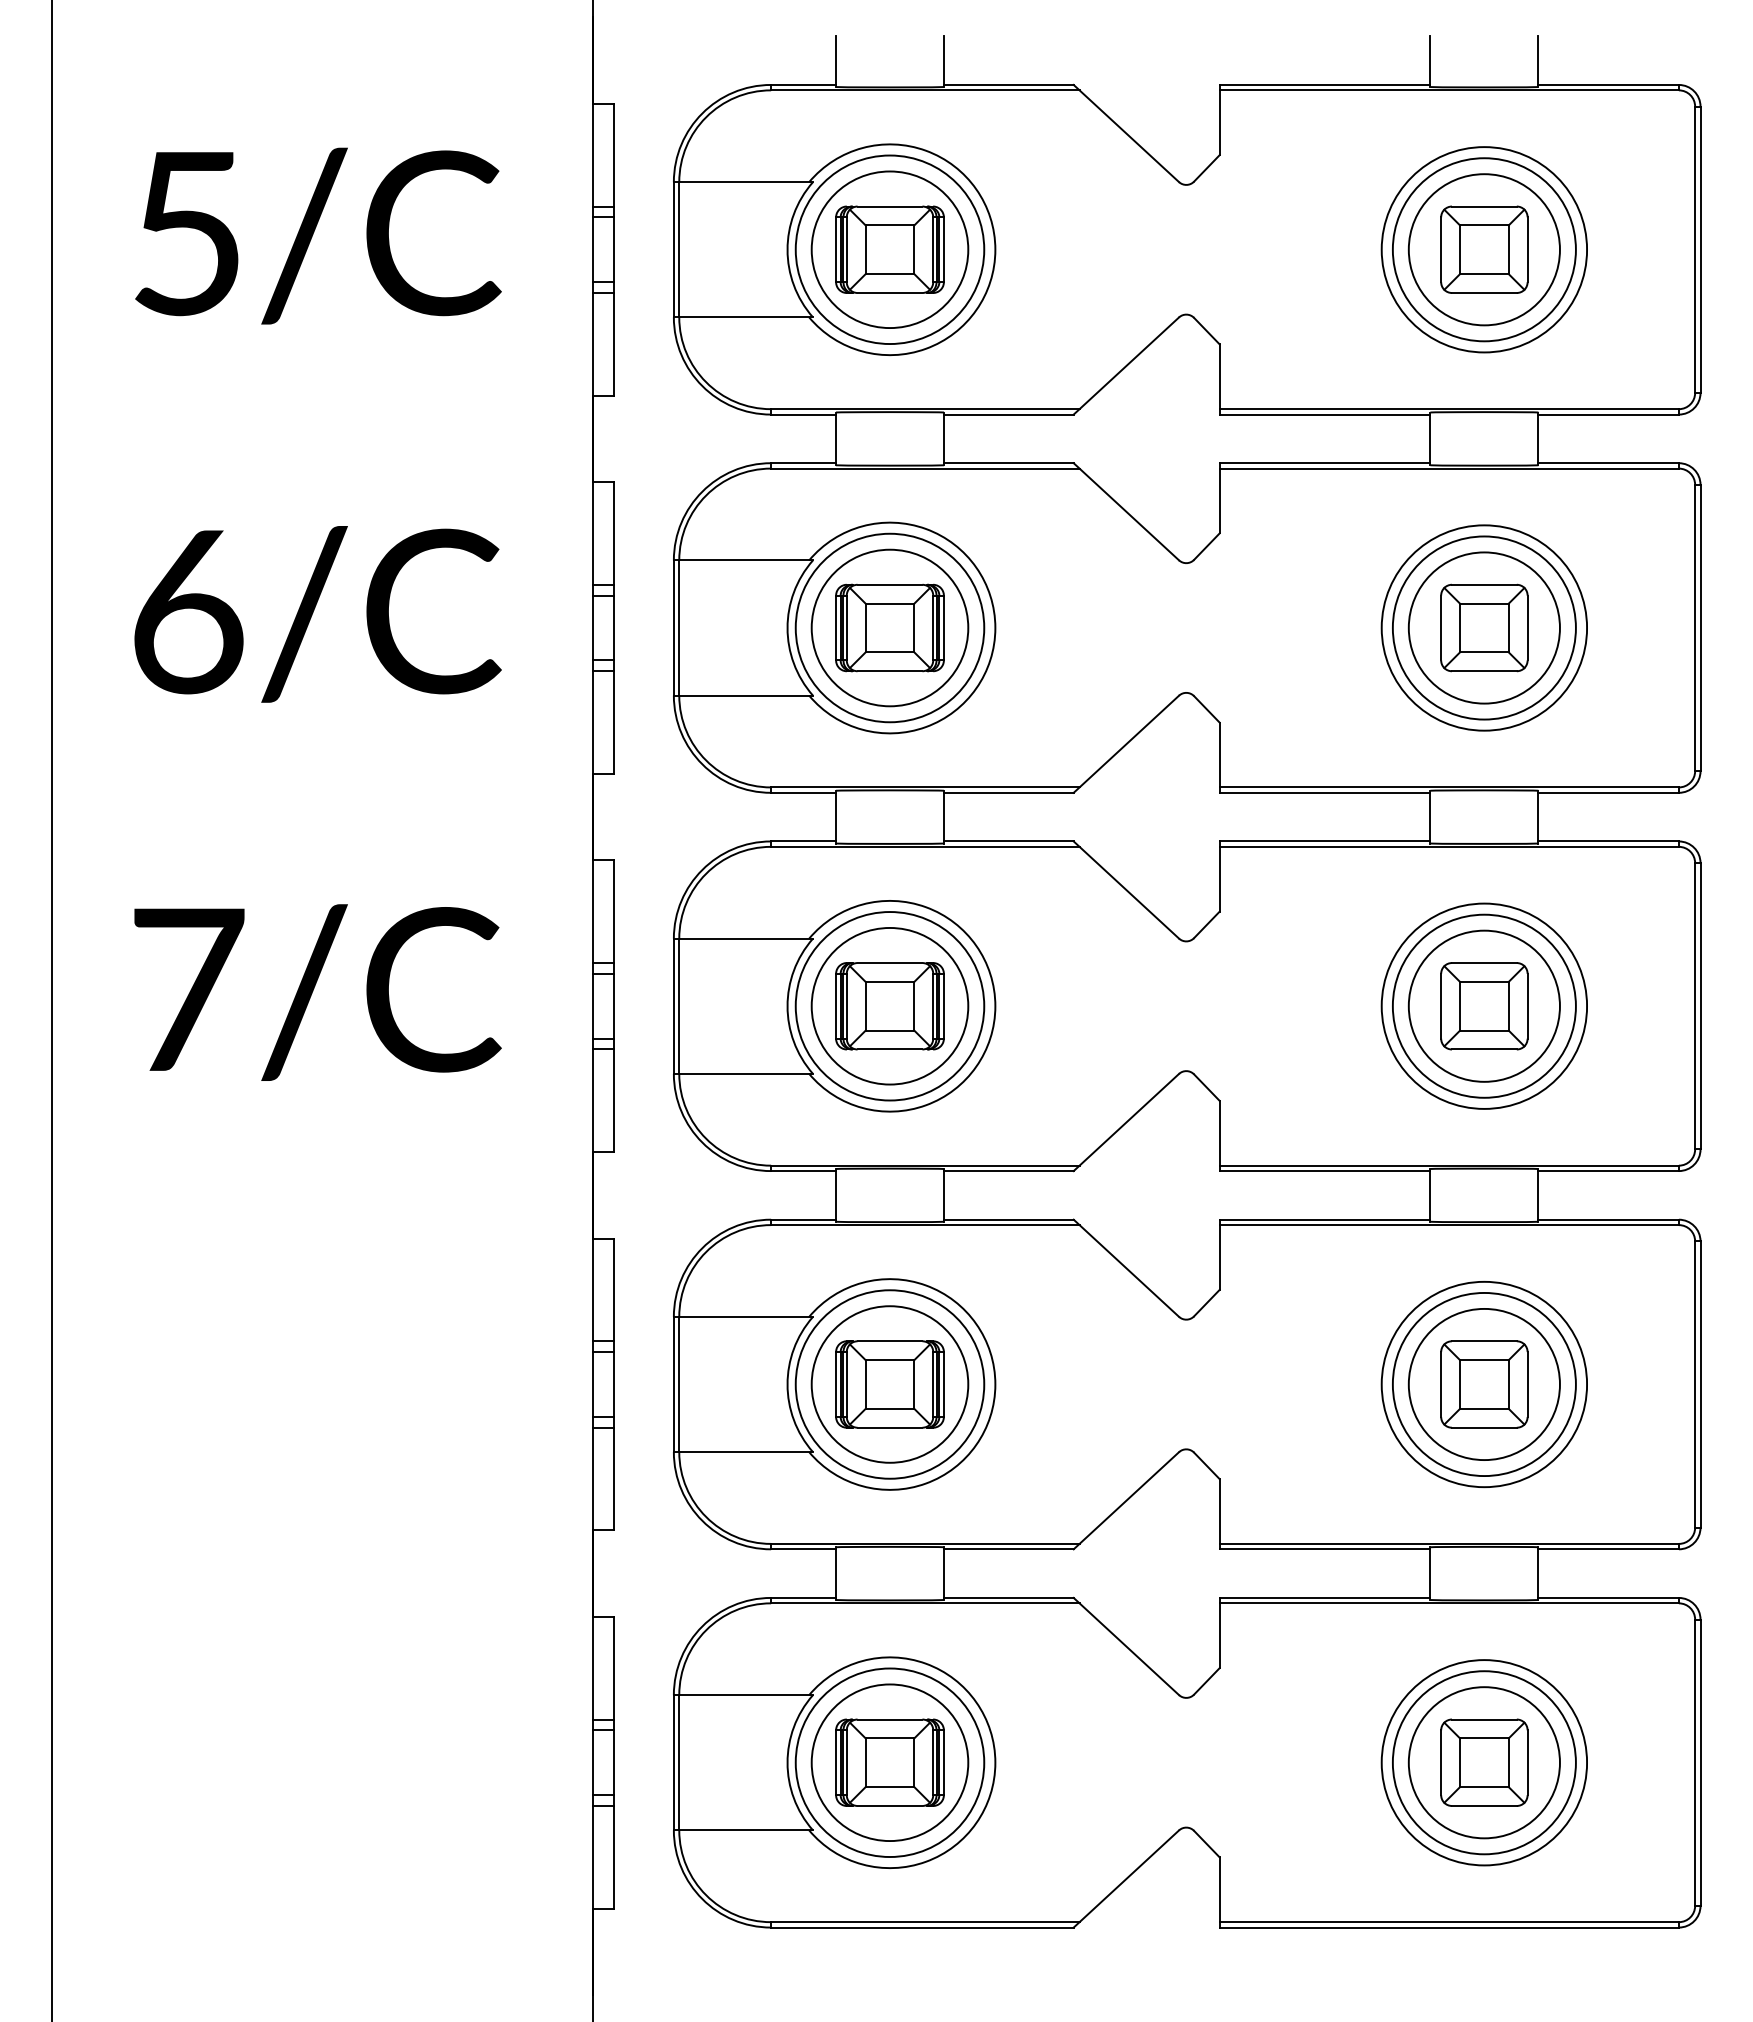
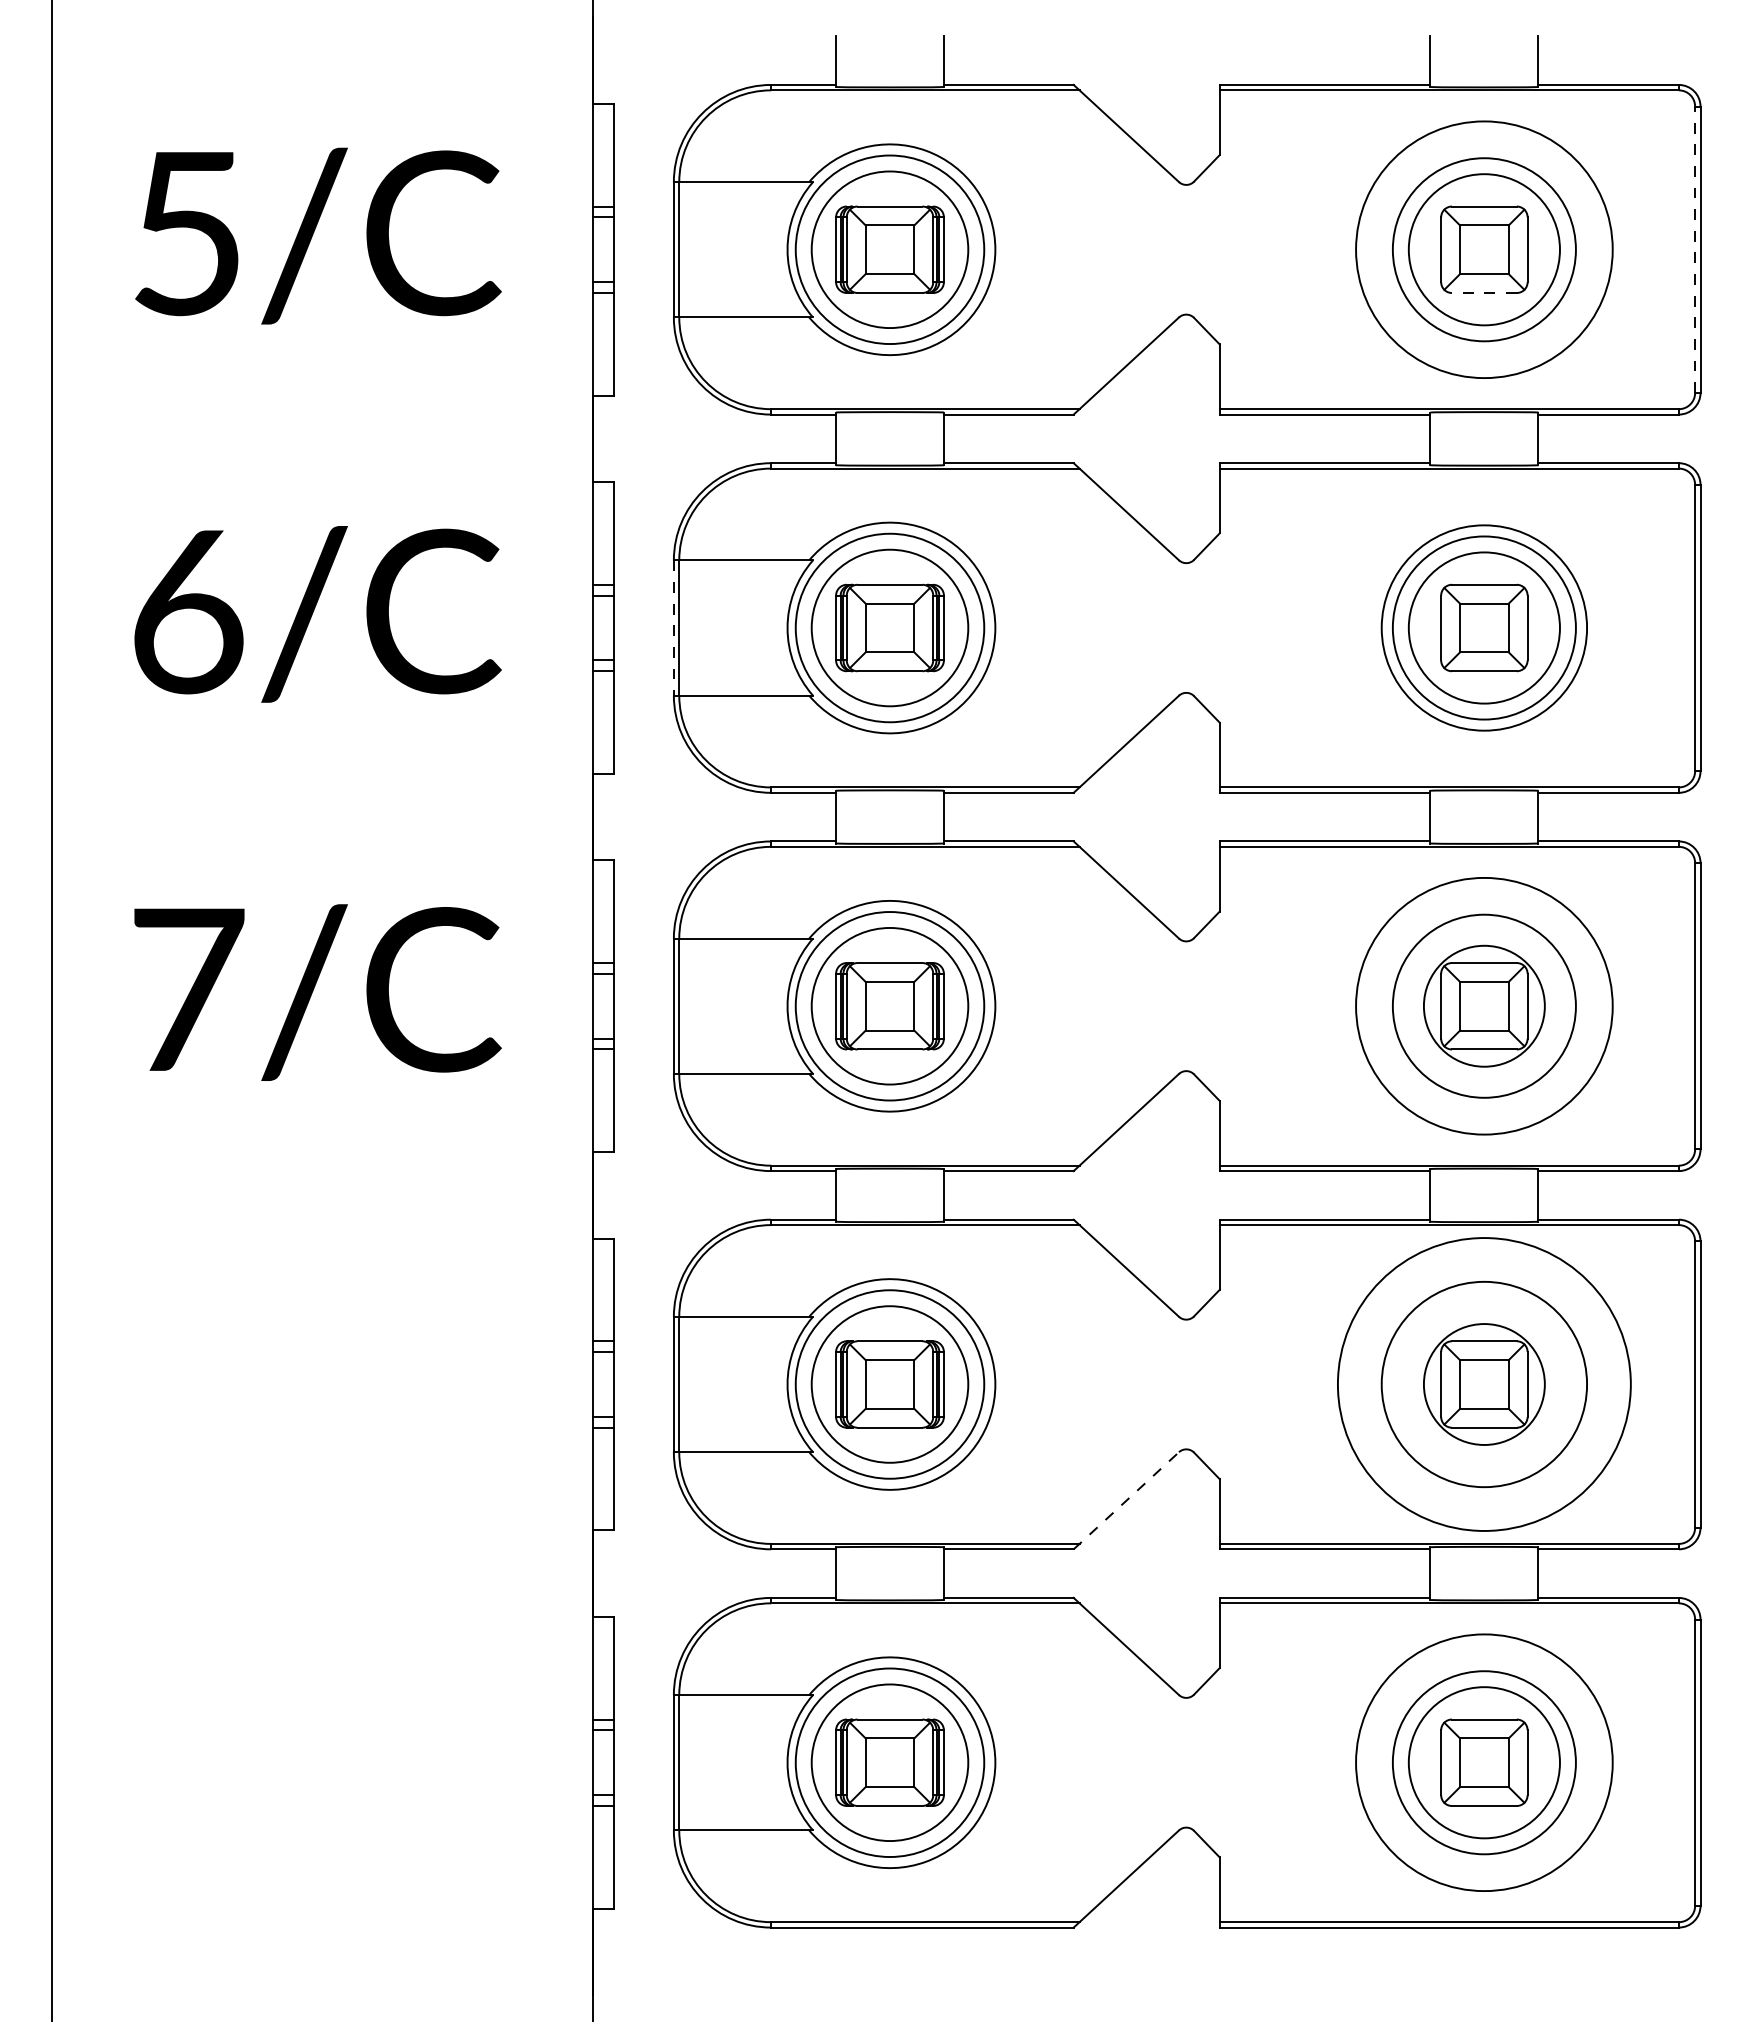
circle at (1484, 249) diameter: 205 px -> 257 px
line at (1695, 249): solid -> dashed
line at (1483, 293): solid -> dashed
line at (673, 628): solid -> dashed
circle at (1483, 1005) diameter: 151 px -> 121 px
circle at (1484, 1005) diameter: 205 px -> 257 px
circle at (1483, 1384) diameter: 151 px -> 121 px
circle at (1483, 1384) diameter: 183 px -> 293 px
line at (1126, 1500): solid -> dashed
circle at (1484, 1762) diameter: 205 px -> 257 px
